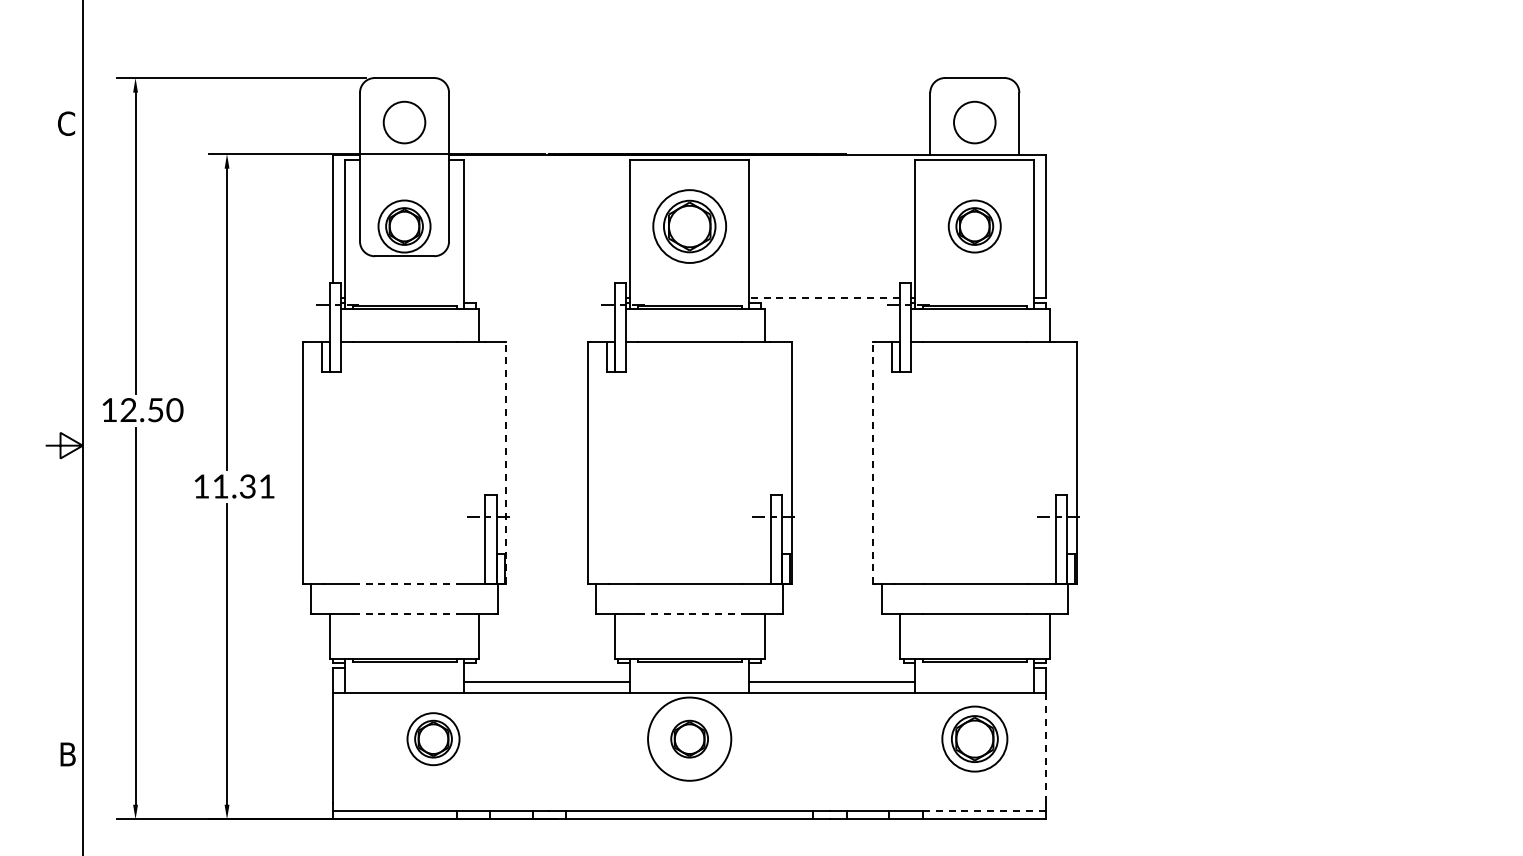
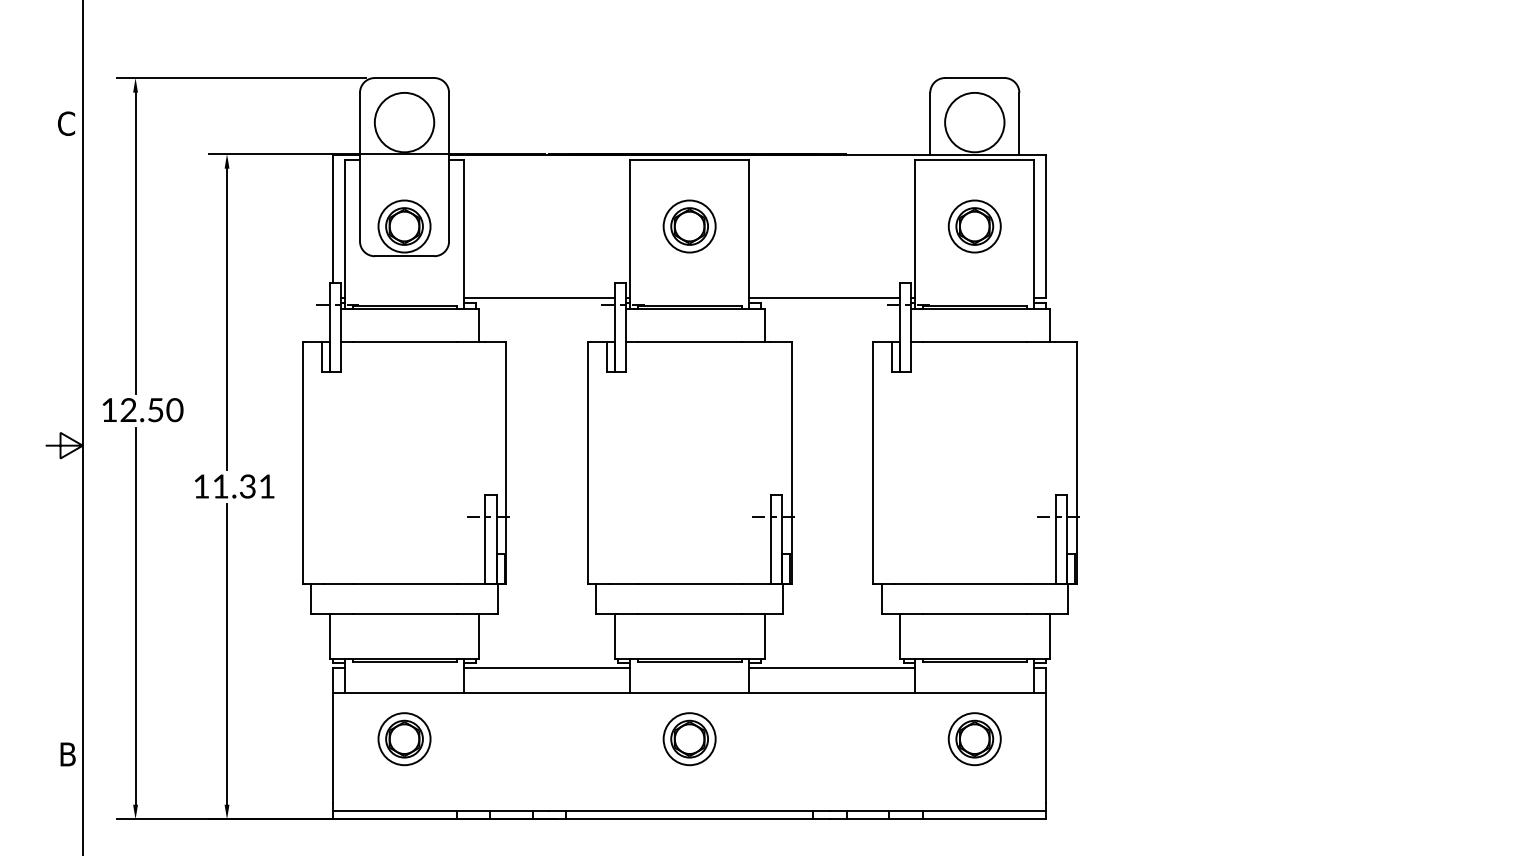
circle at (404, 122) diameter: 42 px -> 59 px
circle at (974, 122) diameter: 42 px -> 59 px
part at (689, 226) size: 75x75 px -> 55x55 px
line at (538, 297): none -> present
line at (824, 297): dashed -> solid
line at (506, 462): dashed -> solid
line at (872, 462): dashed -> solid
line at (404, 584): dashed -> solid
line at (404, 614): dashed -> solid
line at (689, 614): dashed -> solid
line at (546, 681) position: (546, 681) -> (546, 667)
line at (832, 681) position: (832, 681) -> (832, 667)
circle at (689, 738) diameter: 83 px -> 52 px
part at (974, 738) size: 68x68 px -> 55x55 px
part at (433, 739) position: (433, 739) -> (404, 739)
line at (1046, 748): dashed -> solid
line at (984, 811): dashed -> solid
